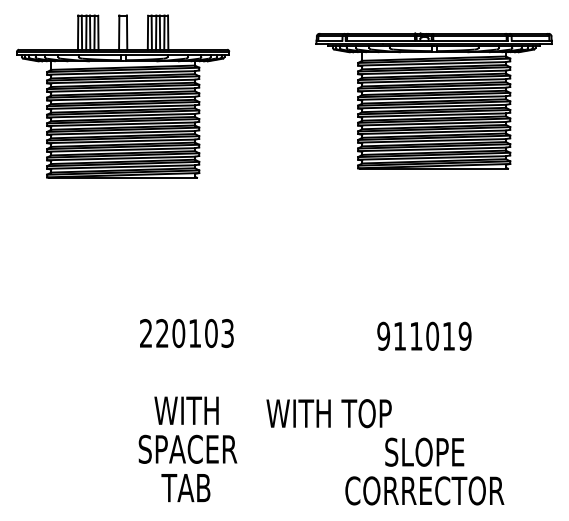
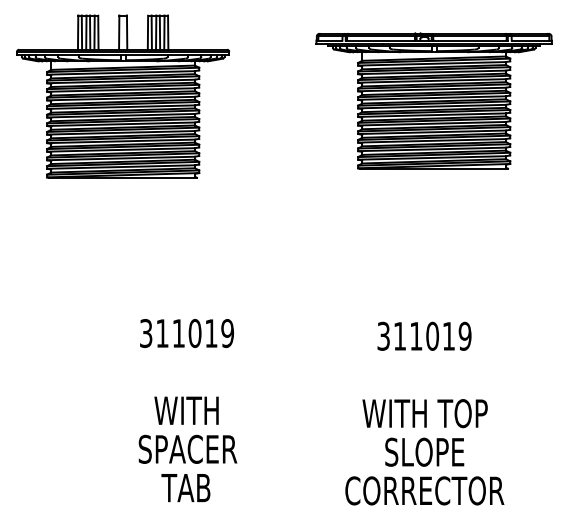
text at (187, 333): 220103 -> 311019
text at (383, 336): 911019 -> 311019
text at (328, 413) position: (328, 413) -> (424, 413)
